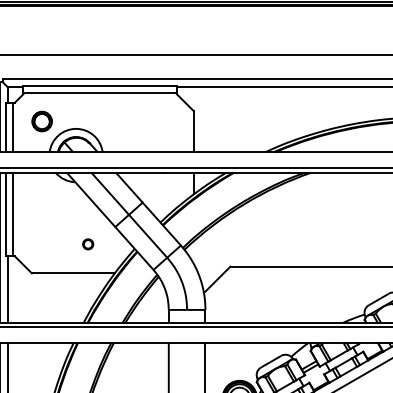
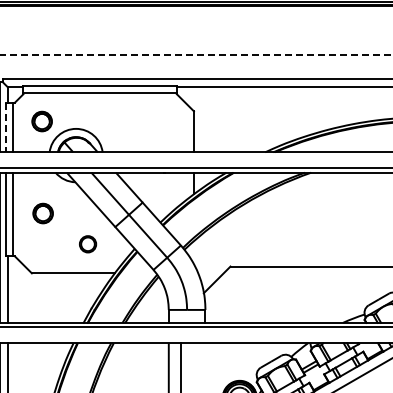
line at (196, 55): solid -> dashed
line at (6, 127): solid -> dashed
part at (42, 213): none -> present
part at (88, 244) size: 13x13 px -> 19x19 px
line at (205, 366) position: (205, 366) -> (181, 366)
